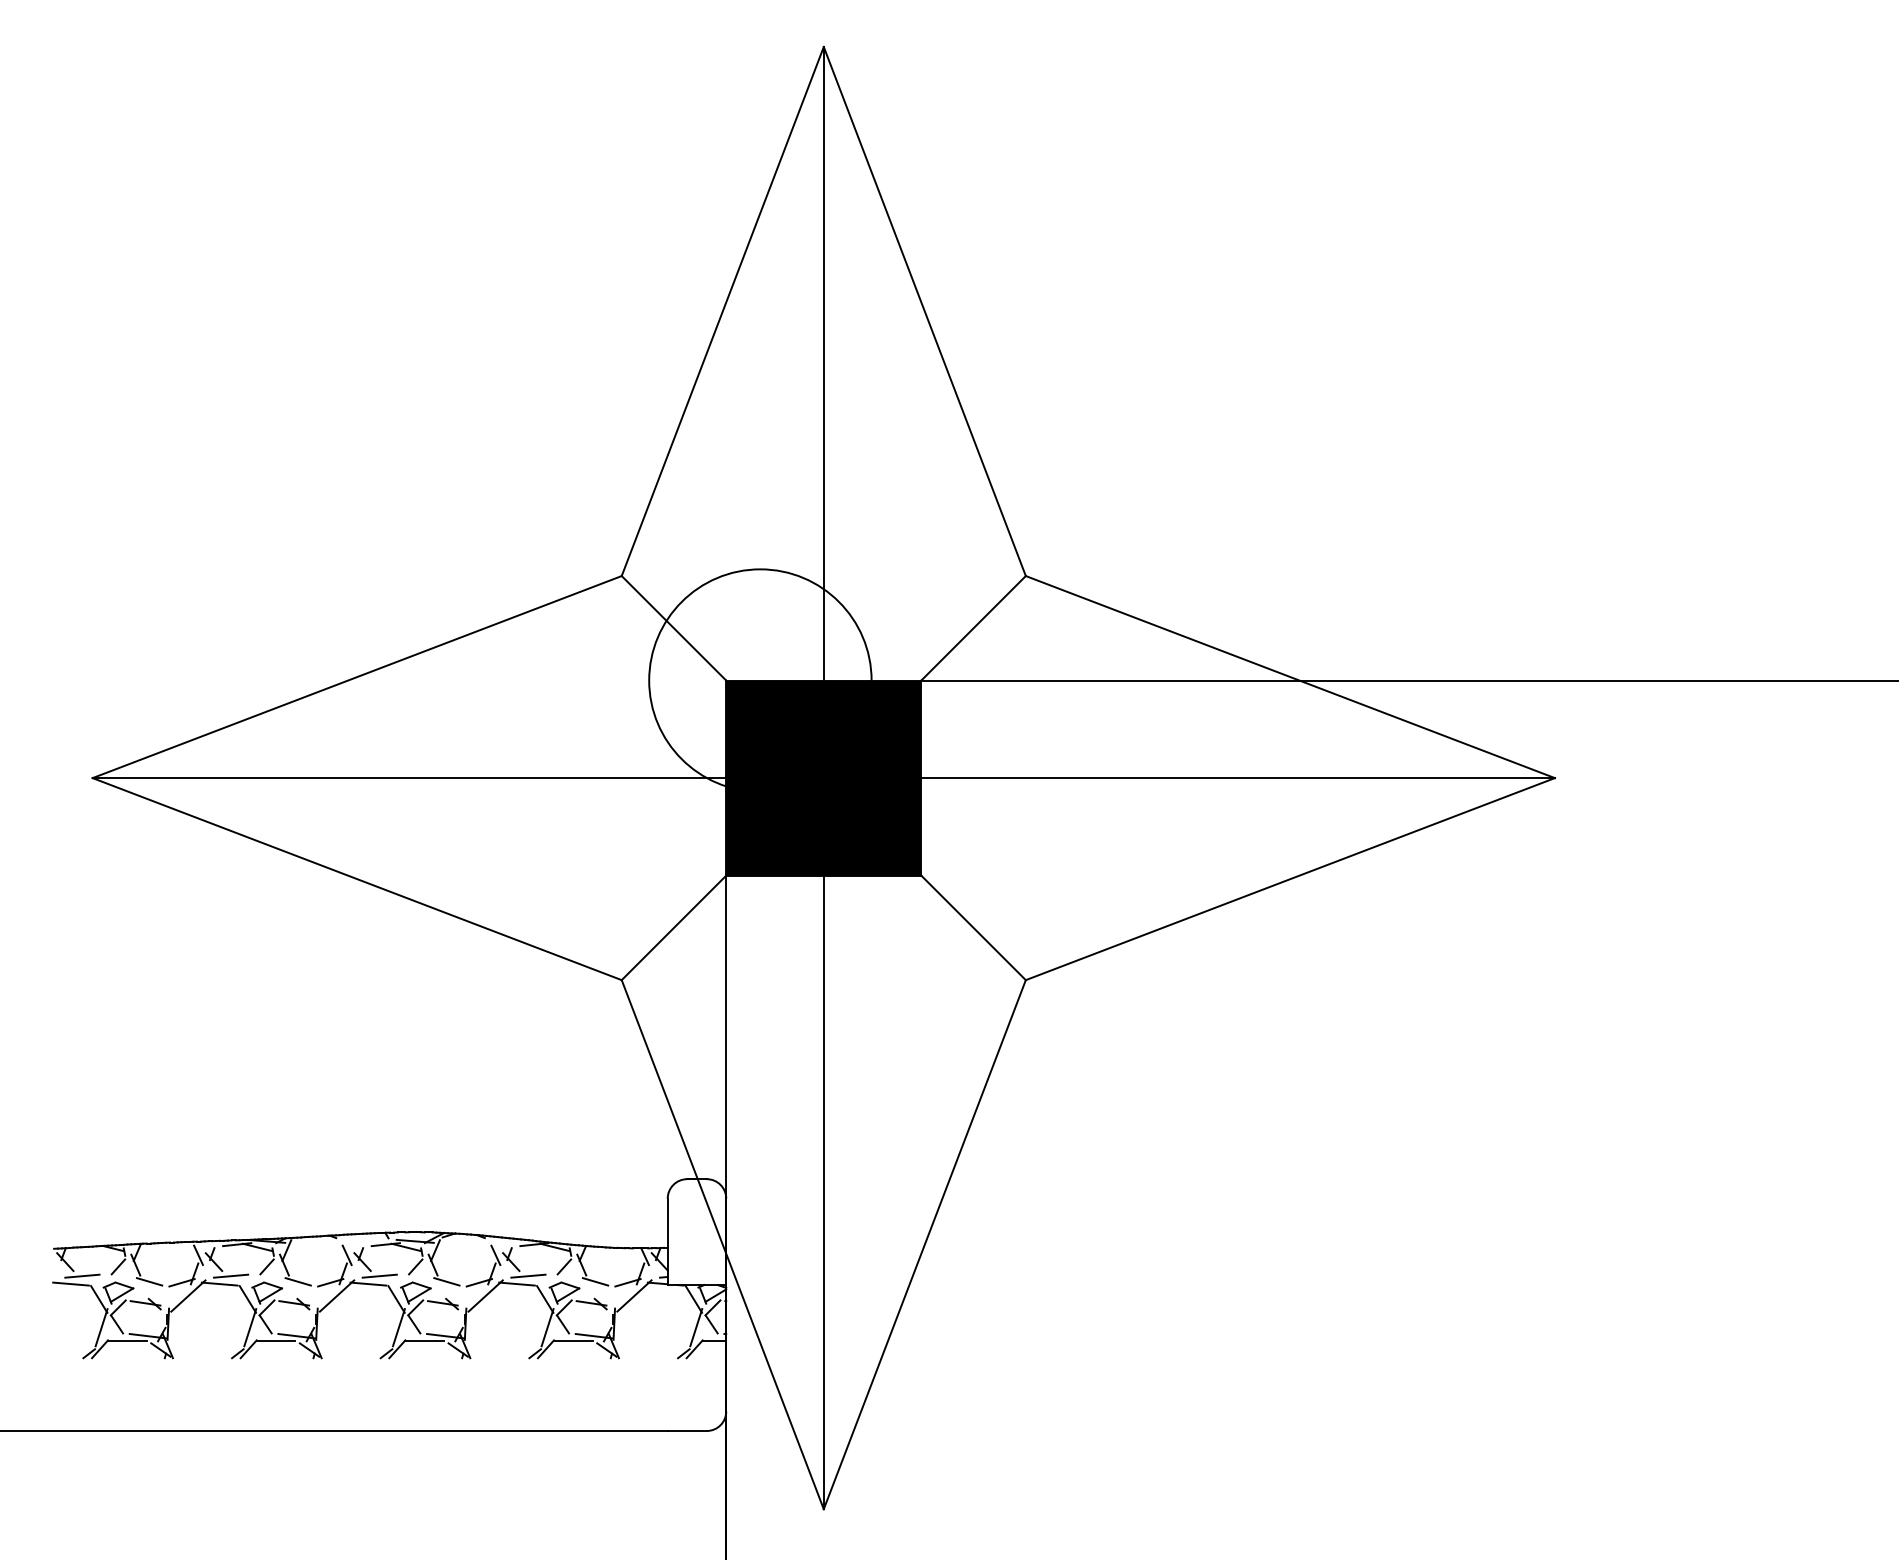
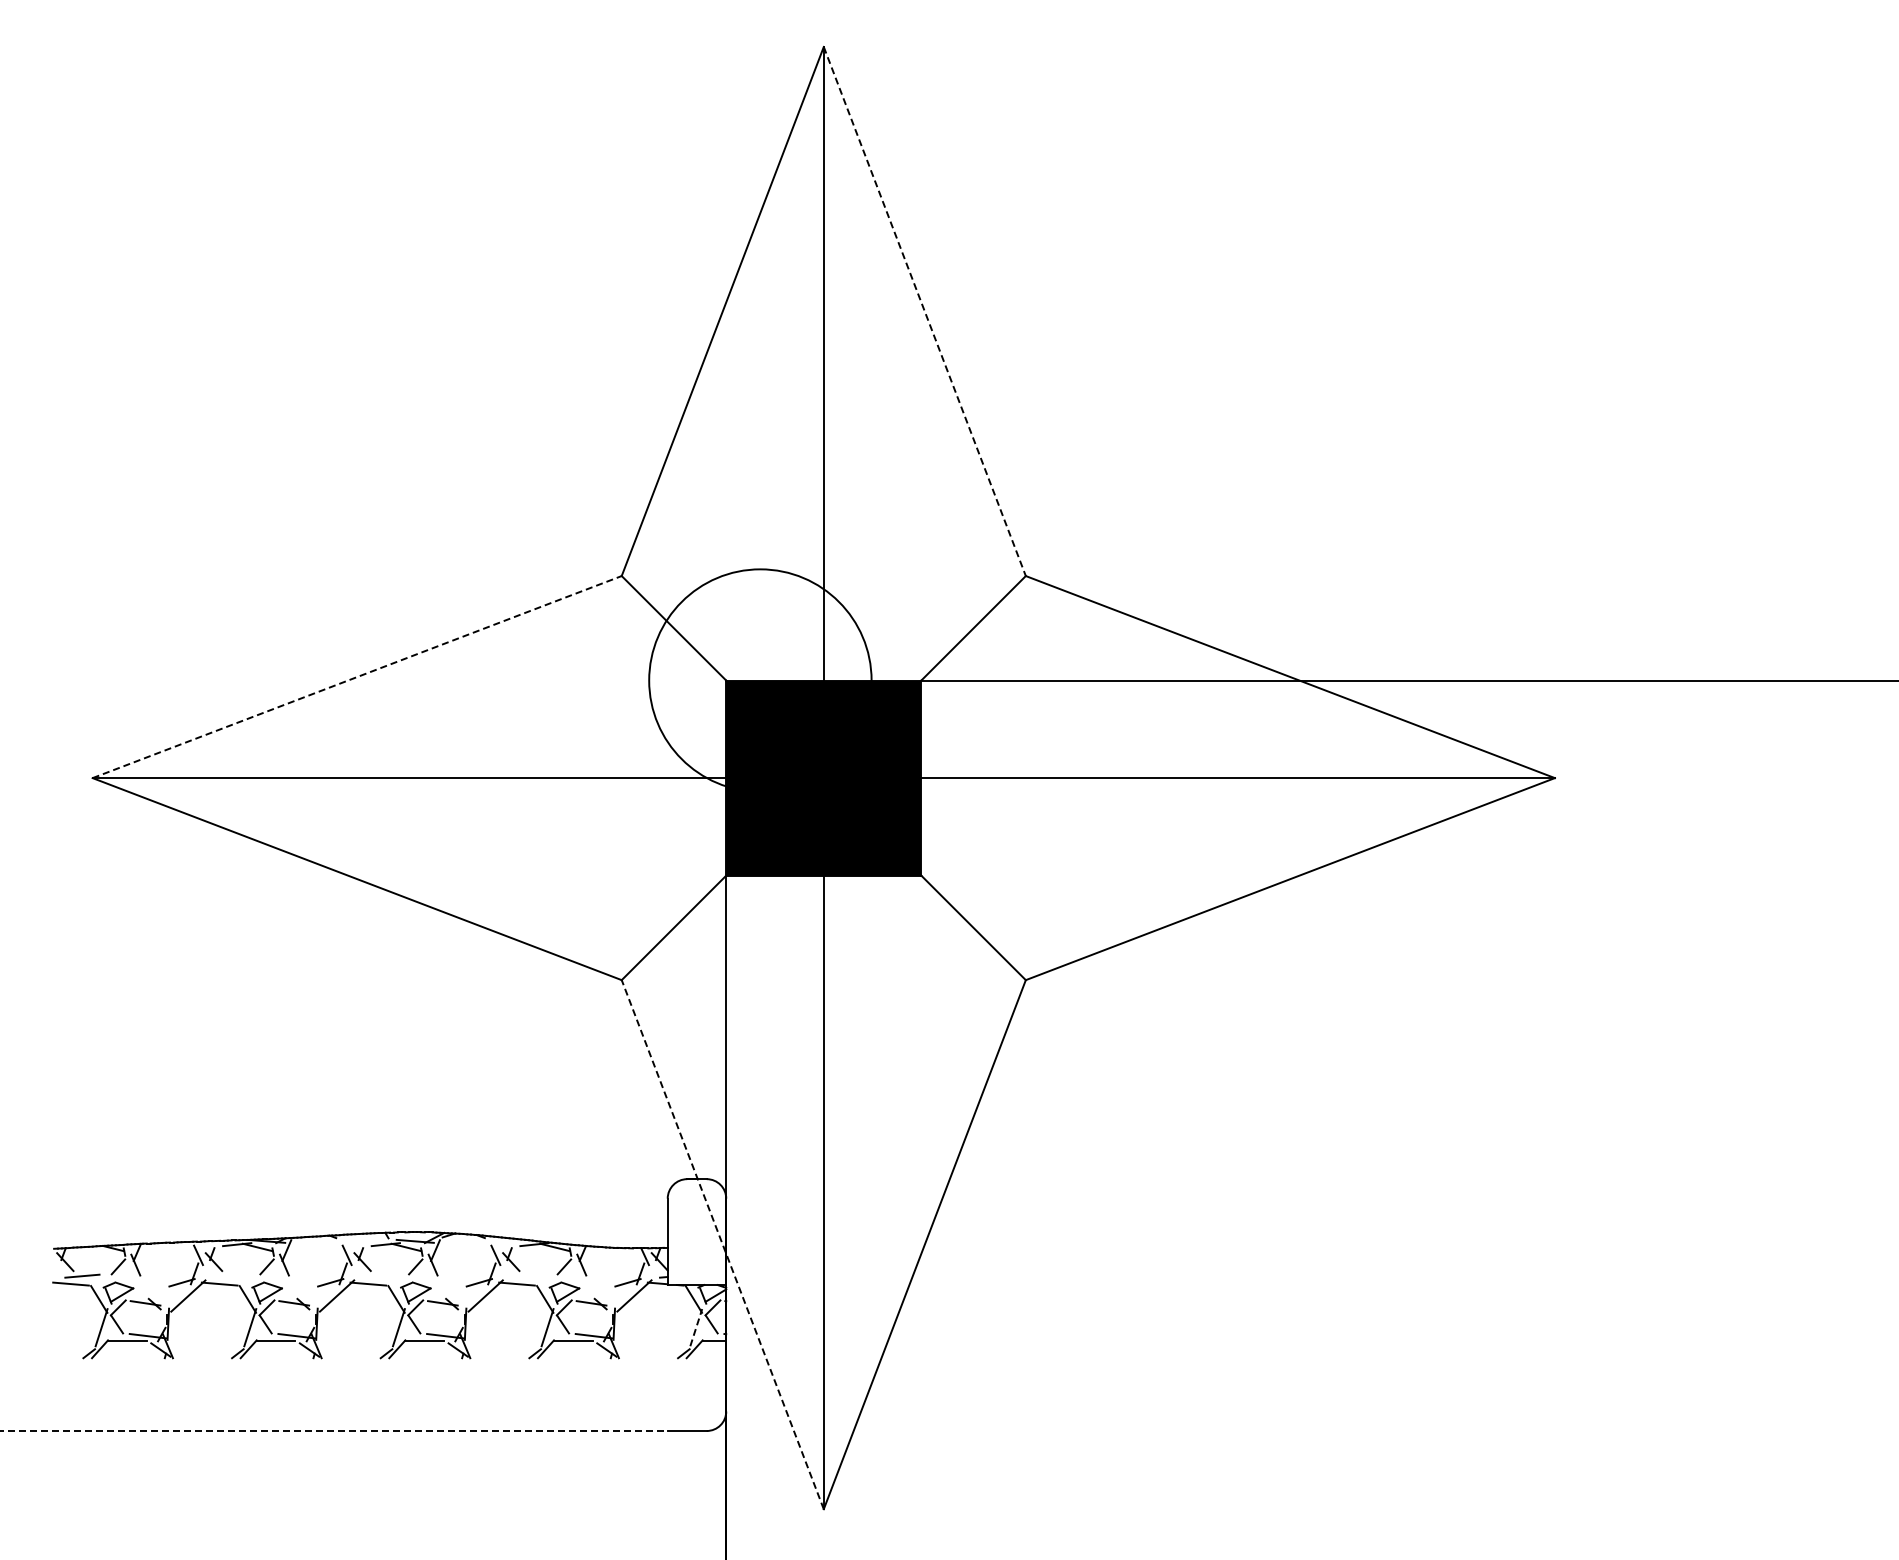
line at (925, 311): solid -> dashed
line at (357, 676): solid -> dashed
line at (722, 1244): solid -> dashed
line at (231, 1275): present -> none
line at (379, 1275): present -> none
line at (528, 1275): present -> none
line at (149, 1281): present -> none
line at (297, 1281): present -> none
line at (446, 1281): present -> none
line at (595, 1281): present -> none
line at (696, 1327): solid -> dashed
line at (334, 1430): solid -> dashed
